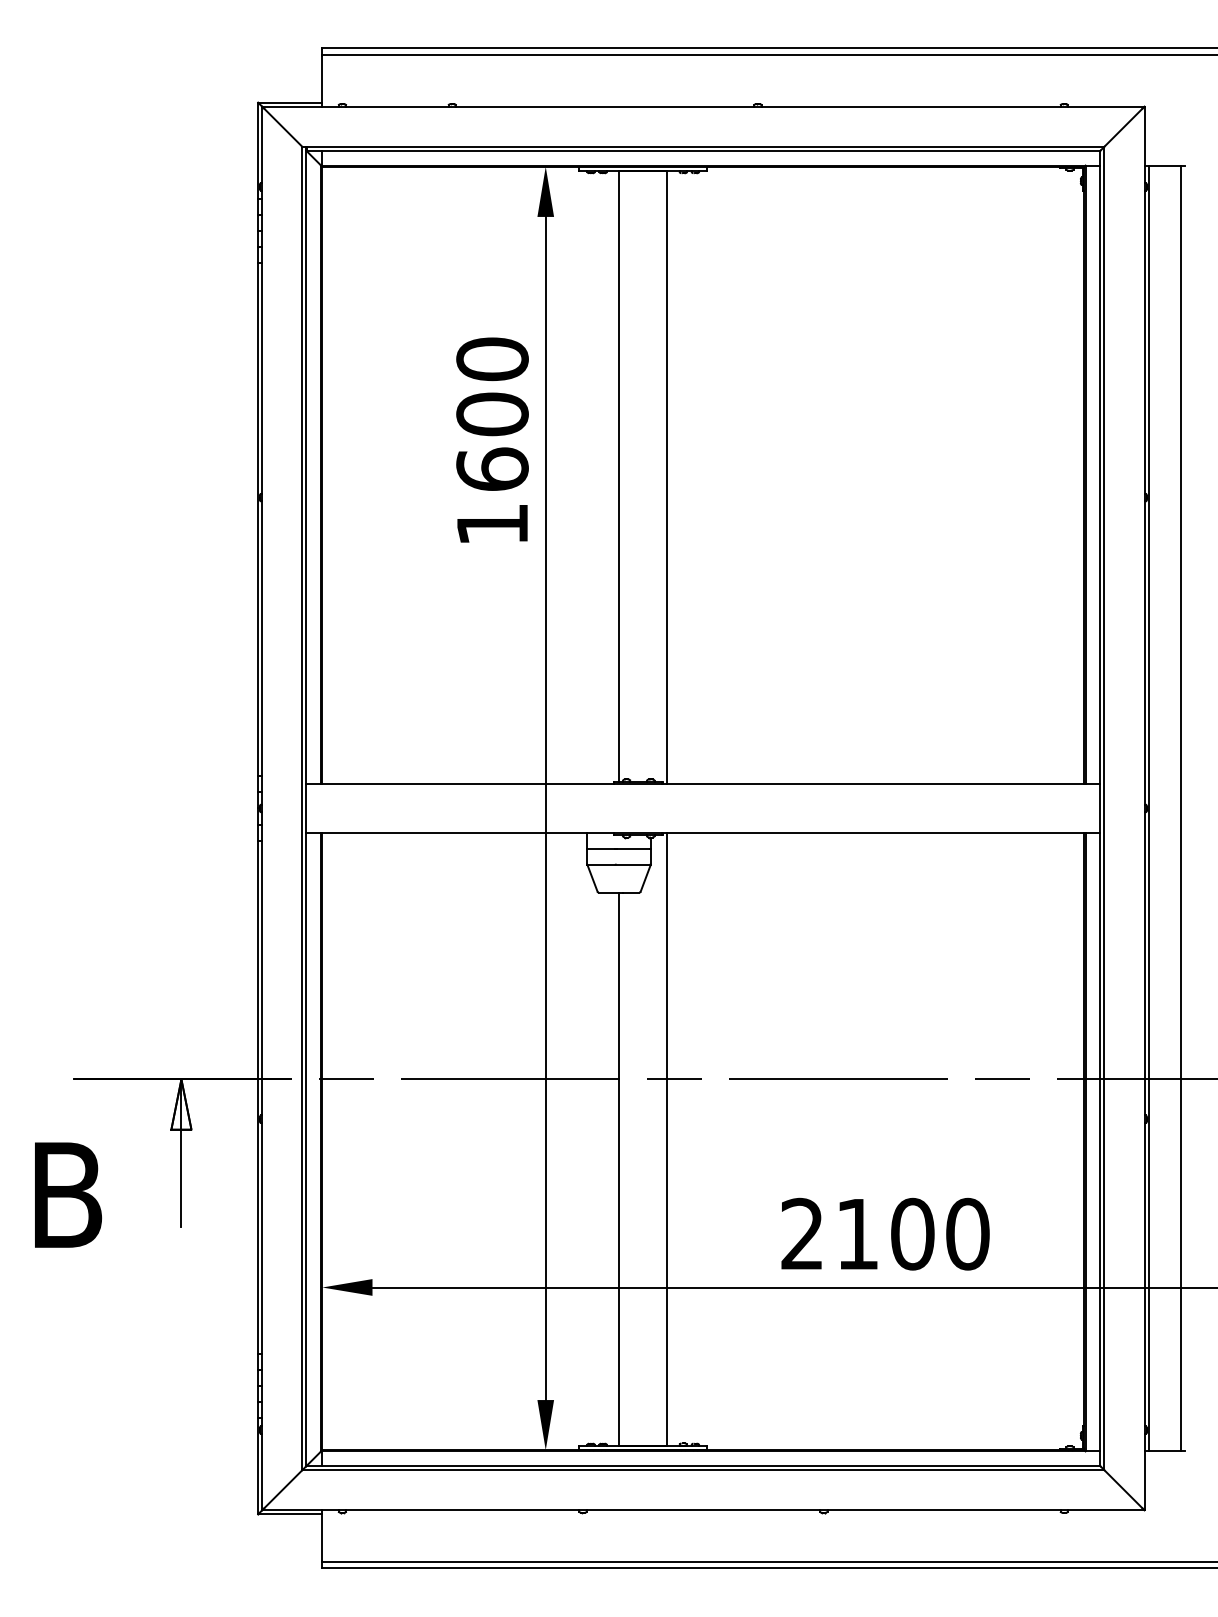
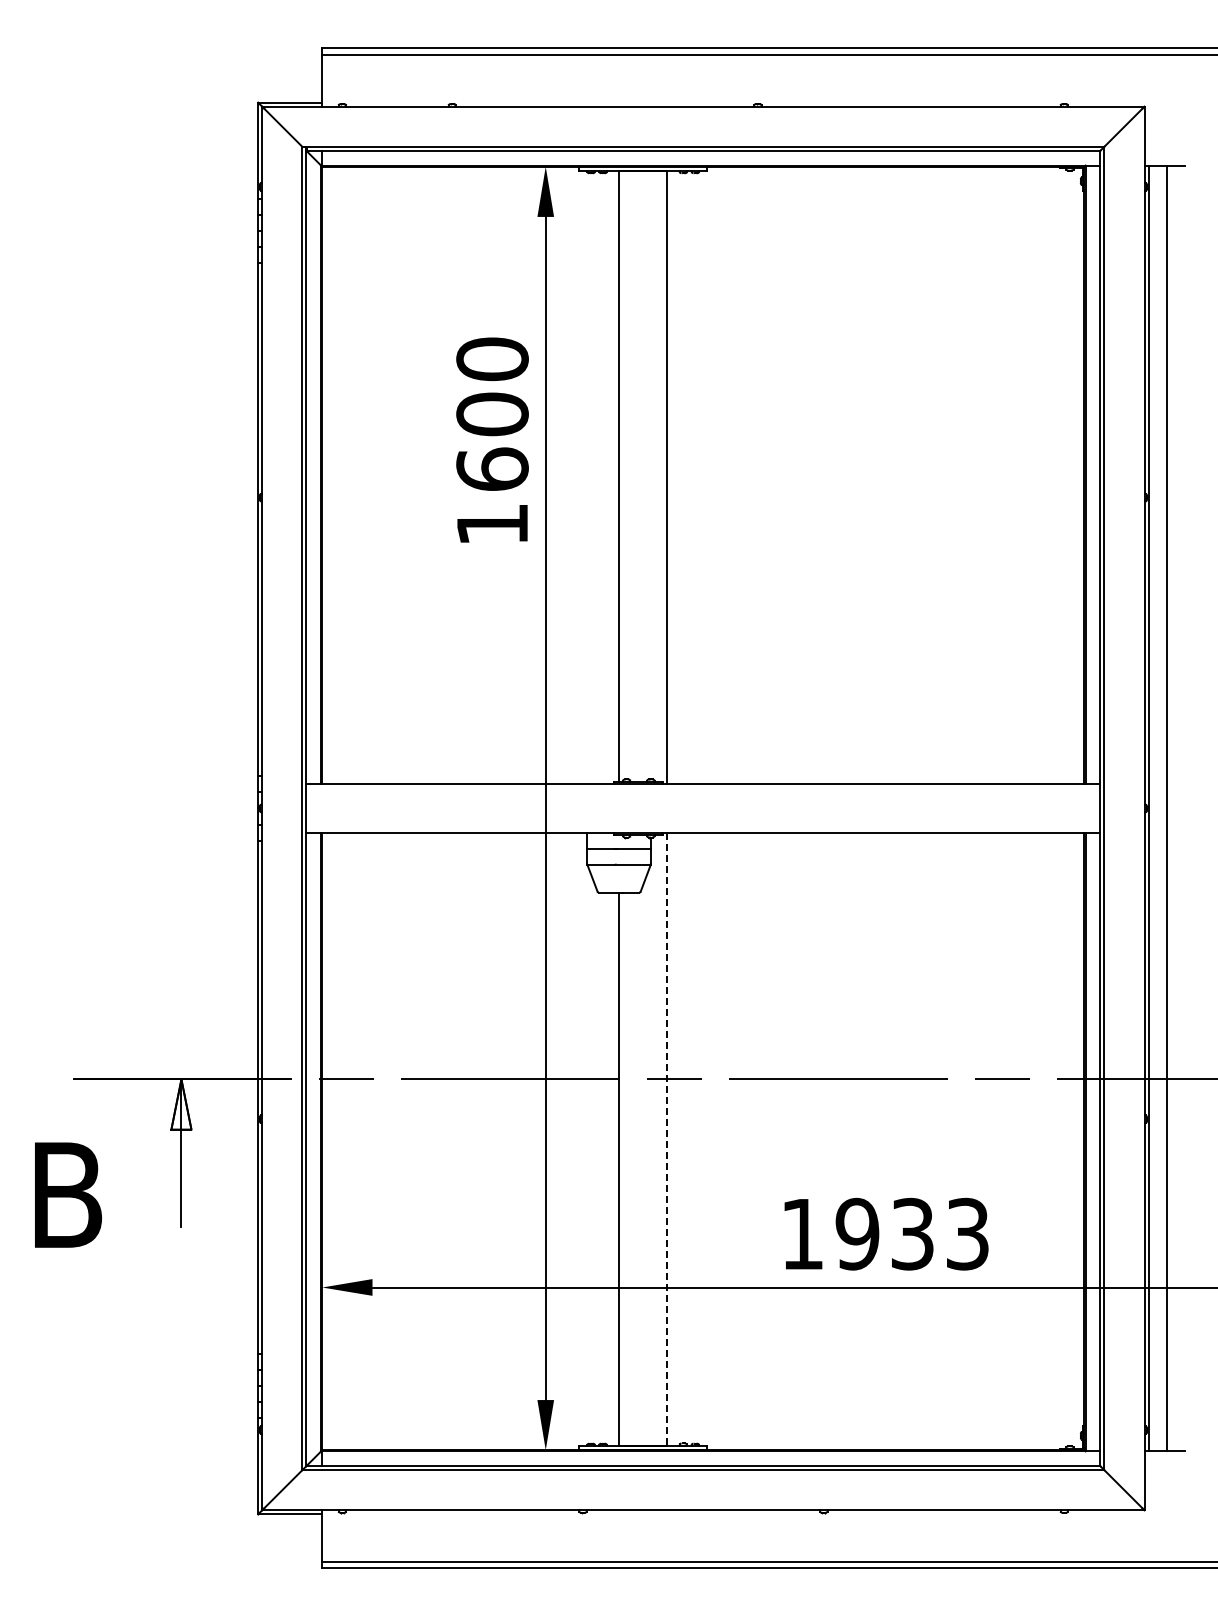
line at (1180, 808) position: (1180, 808) -> (1166, 808)
line at (667, 1139): solid -> dashed
text at (885, 1233): 2100 -> 1933
